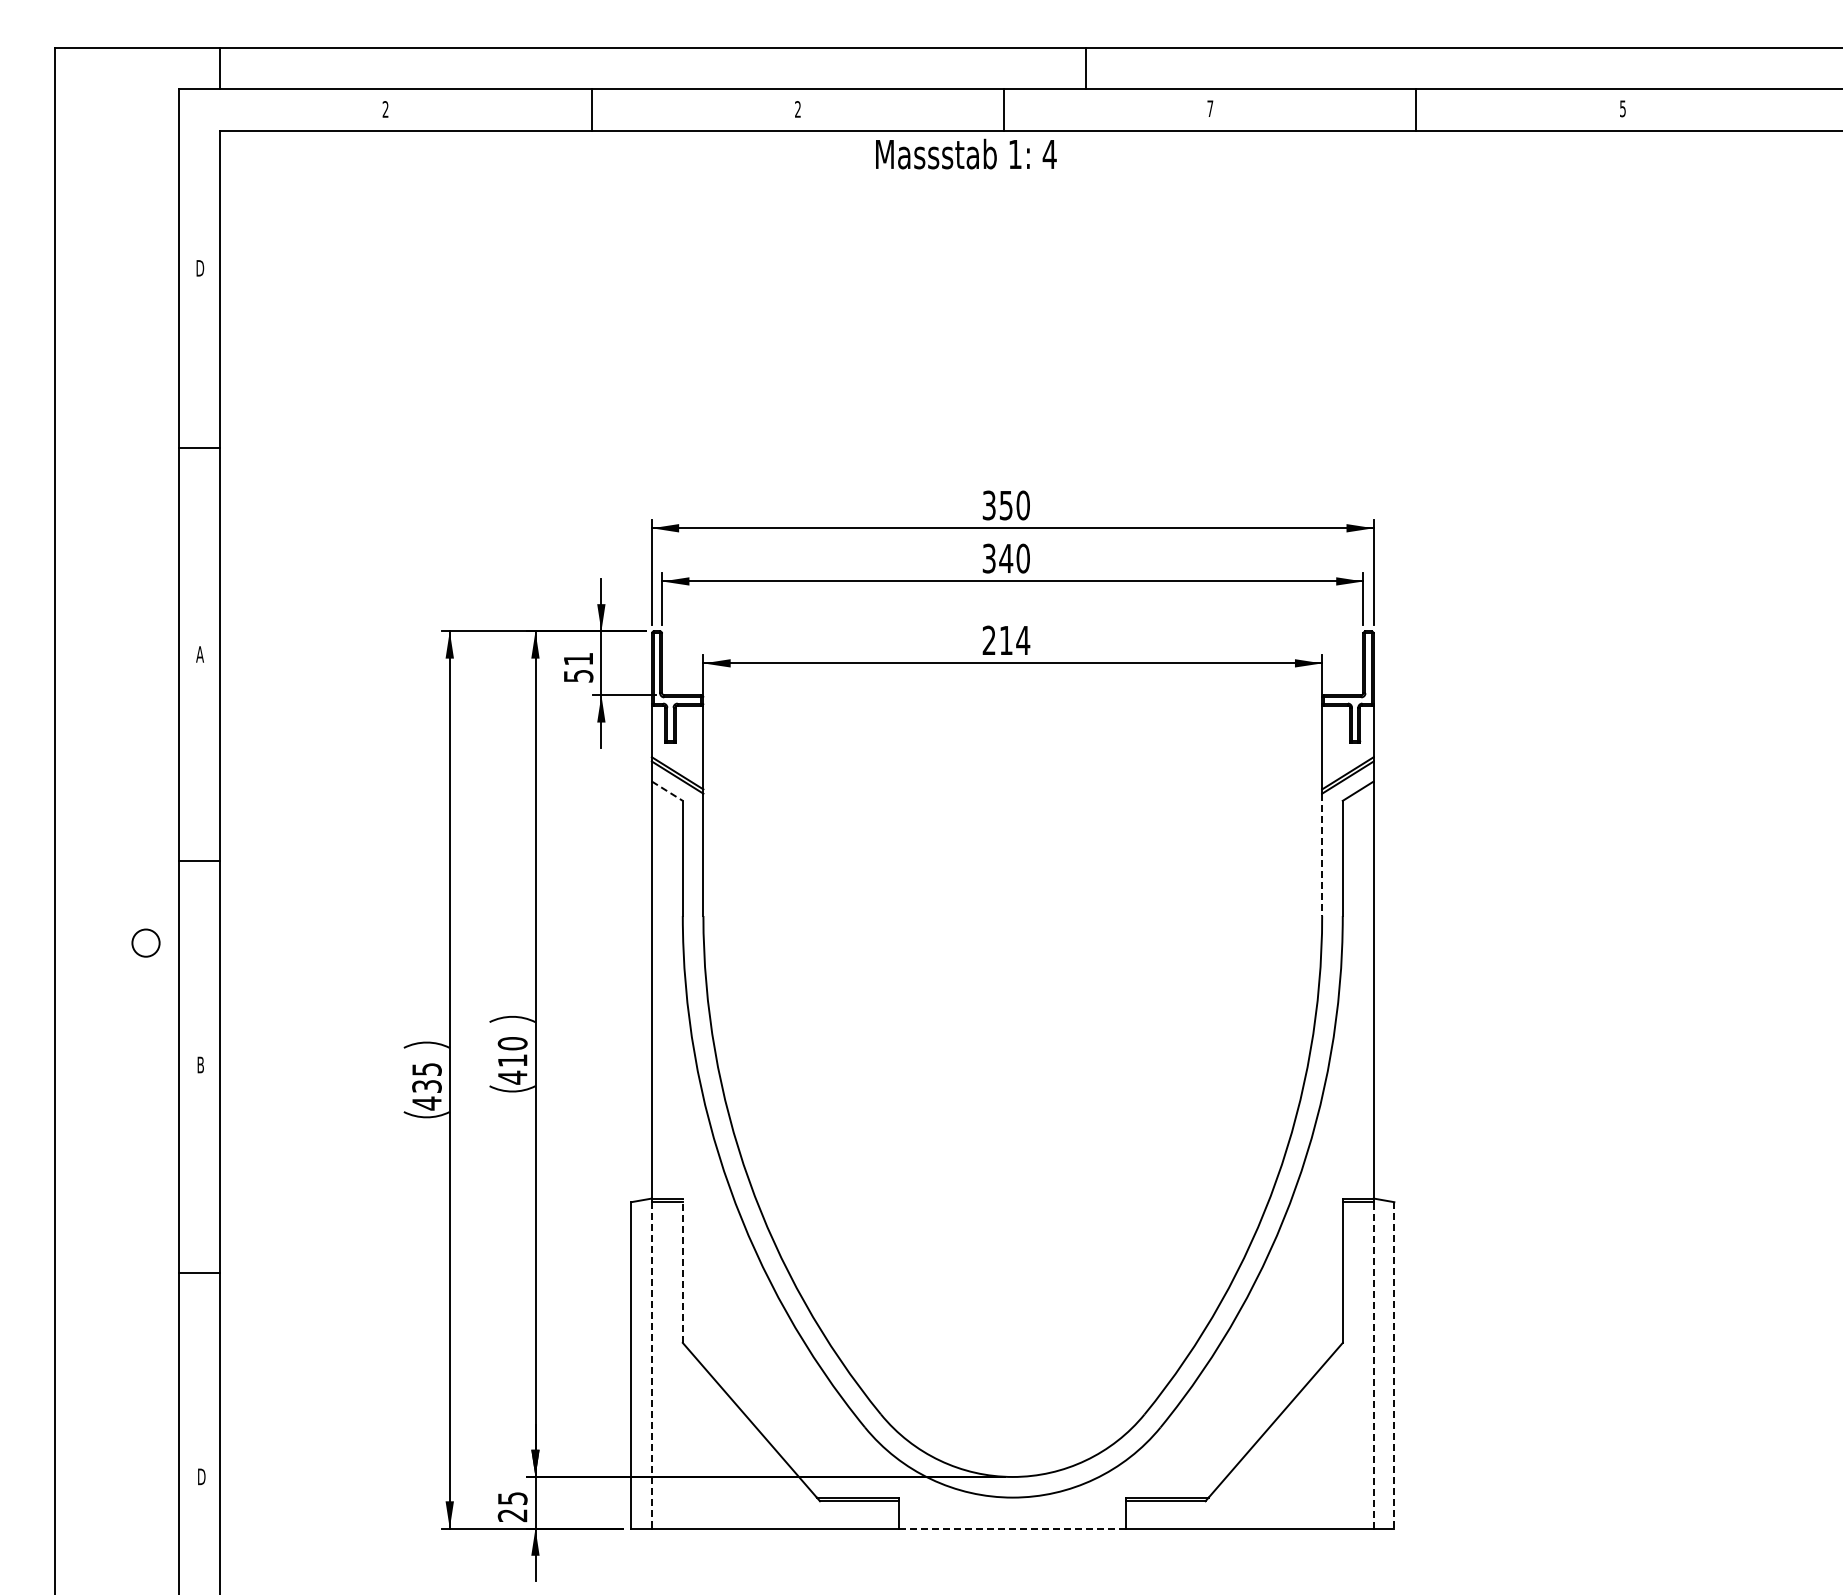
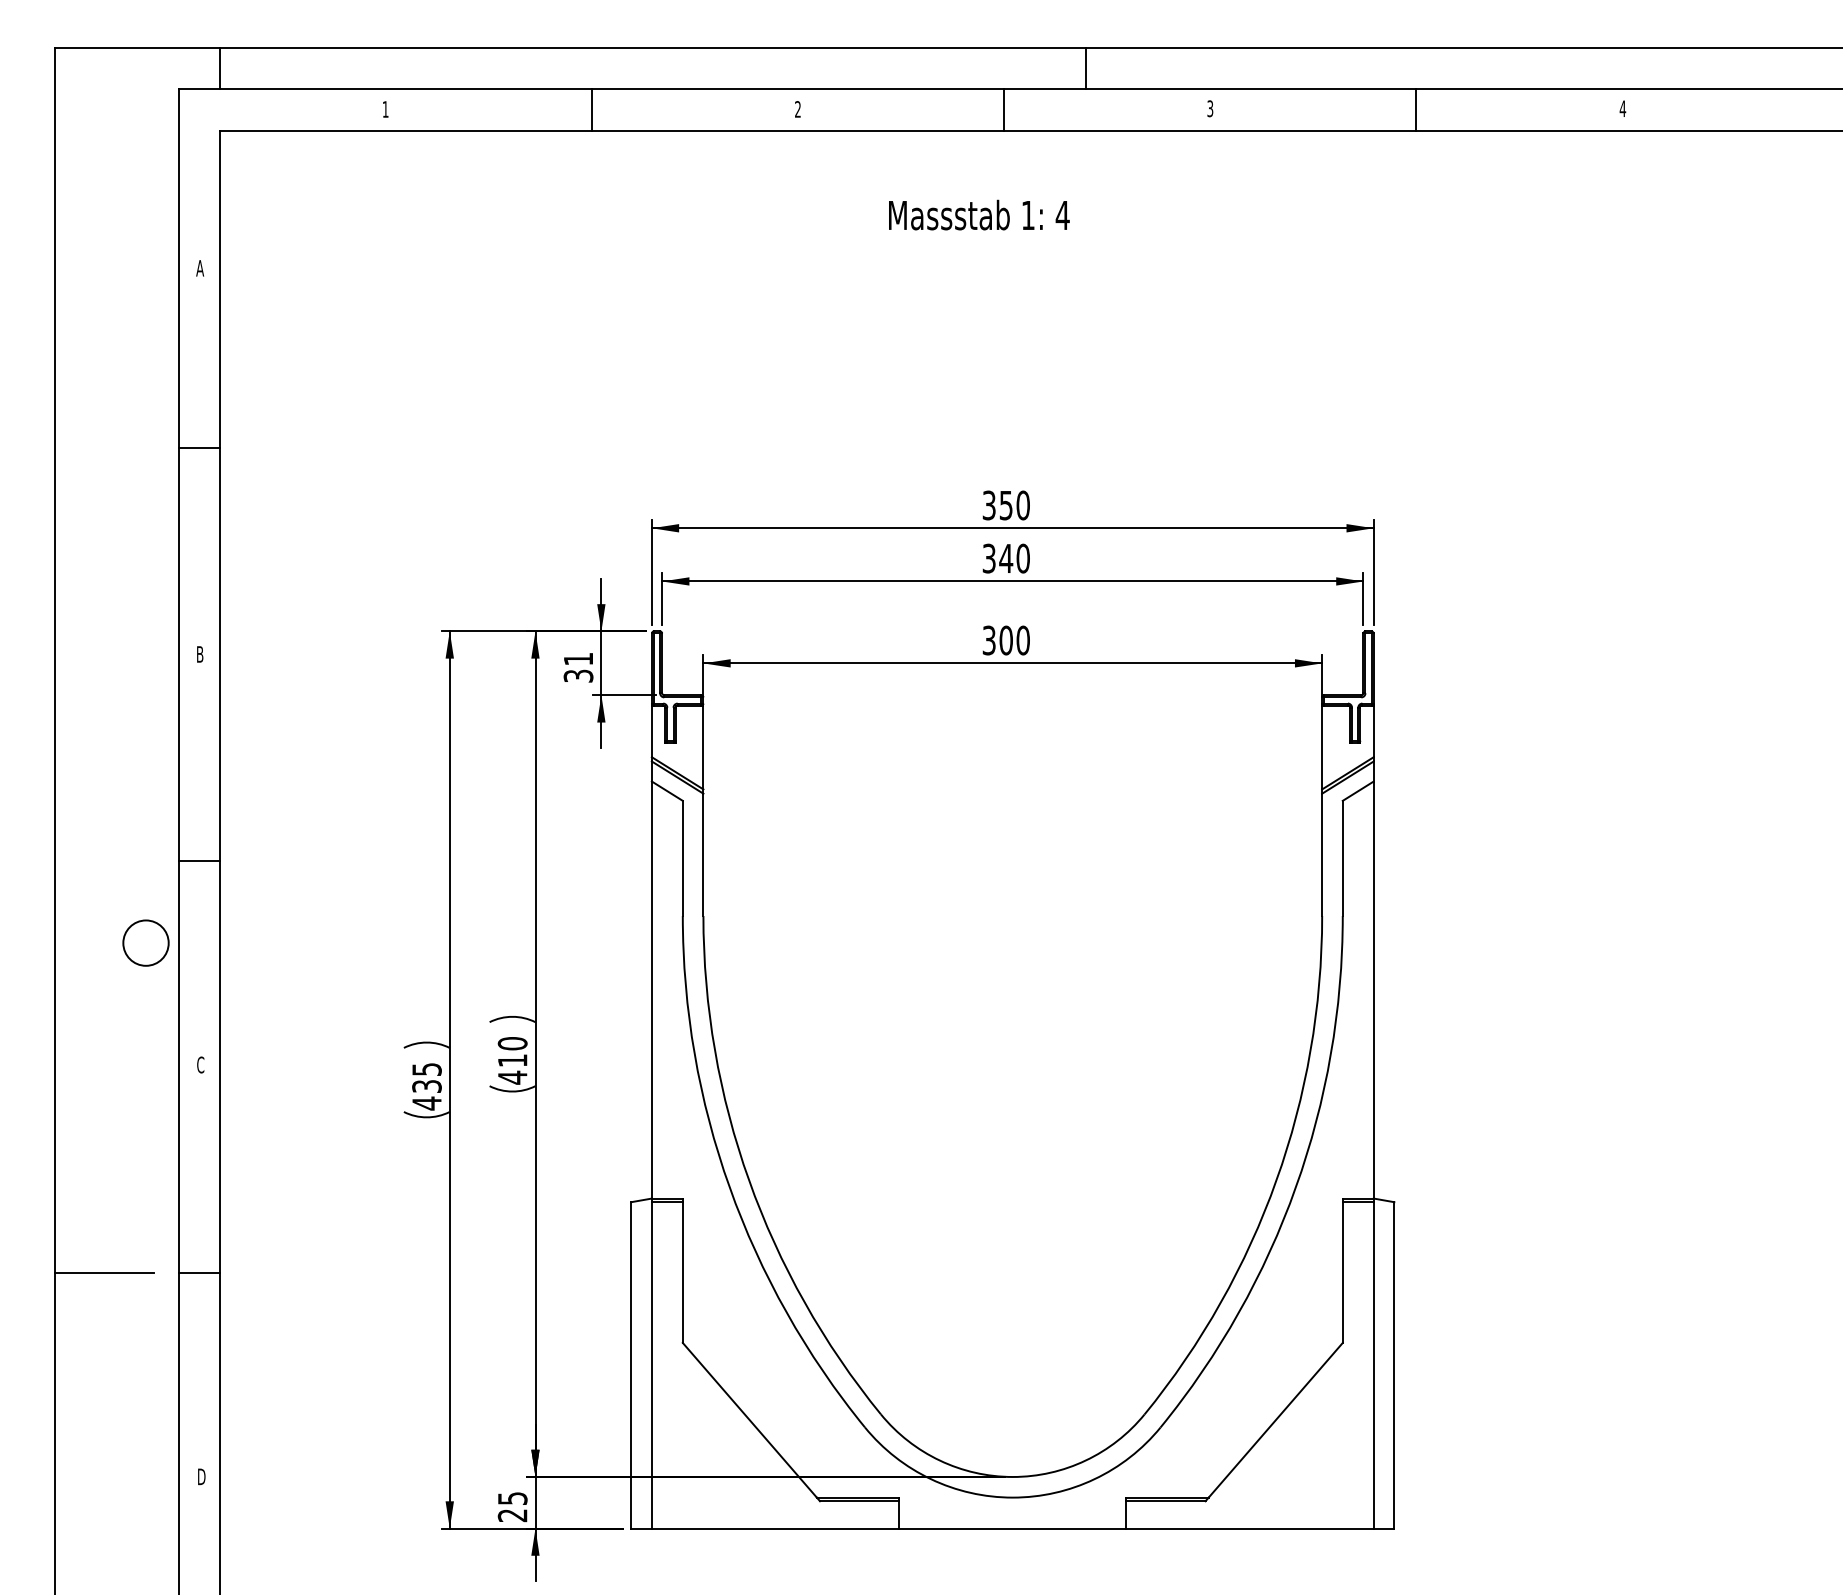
text at (1210, 108): 7 -> 3
text at (1622, 108): 5 -> 4
text at (385, 109): 2 -> 1
text at (966, 153) position: (966, 153) -> (979, 214)
text at (200, 268): D -> A
text at (1006, 640): 214 -> 300
text at (199, 654): A -> B
text at (577, 675): 51 -> 31
line at (667, 791): dashed -> solid
line at (1322, 855): dashed -> solid
circle at (145, 942) diameter: 27 px -> 45 px
text at (200, 1064): B -> C
line at (682, 1270): dashed -> solid
line at (104, 1273): none -> present
line at (1373, 1364): dashed -> solid
line at (651, 1365): dashed -> solid
line at (1394, 1365): dashed -> solid
line at (1013, 1528): dashed -> solid
